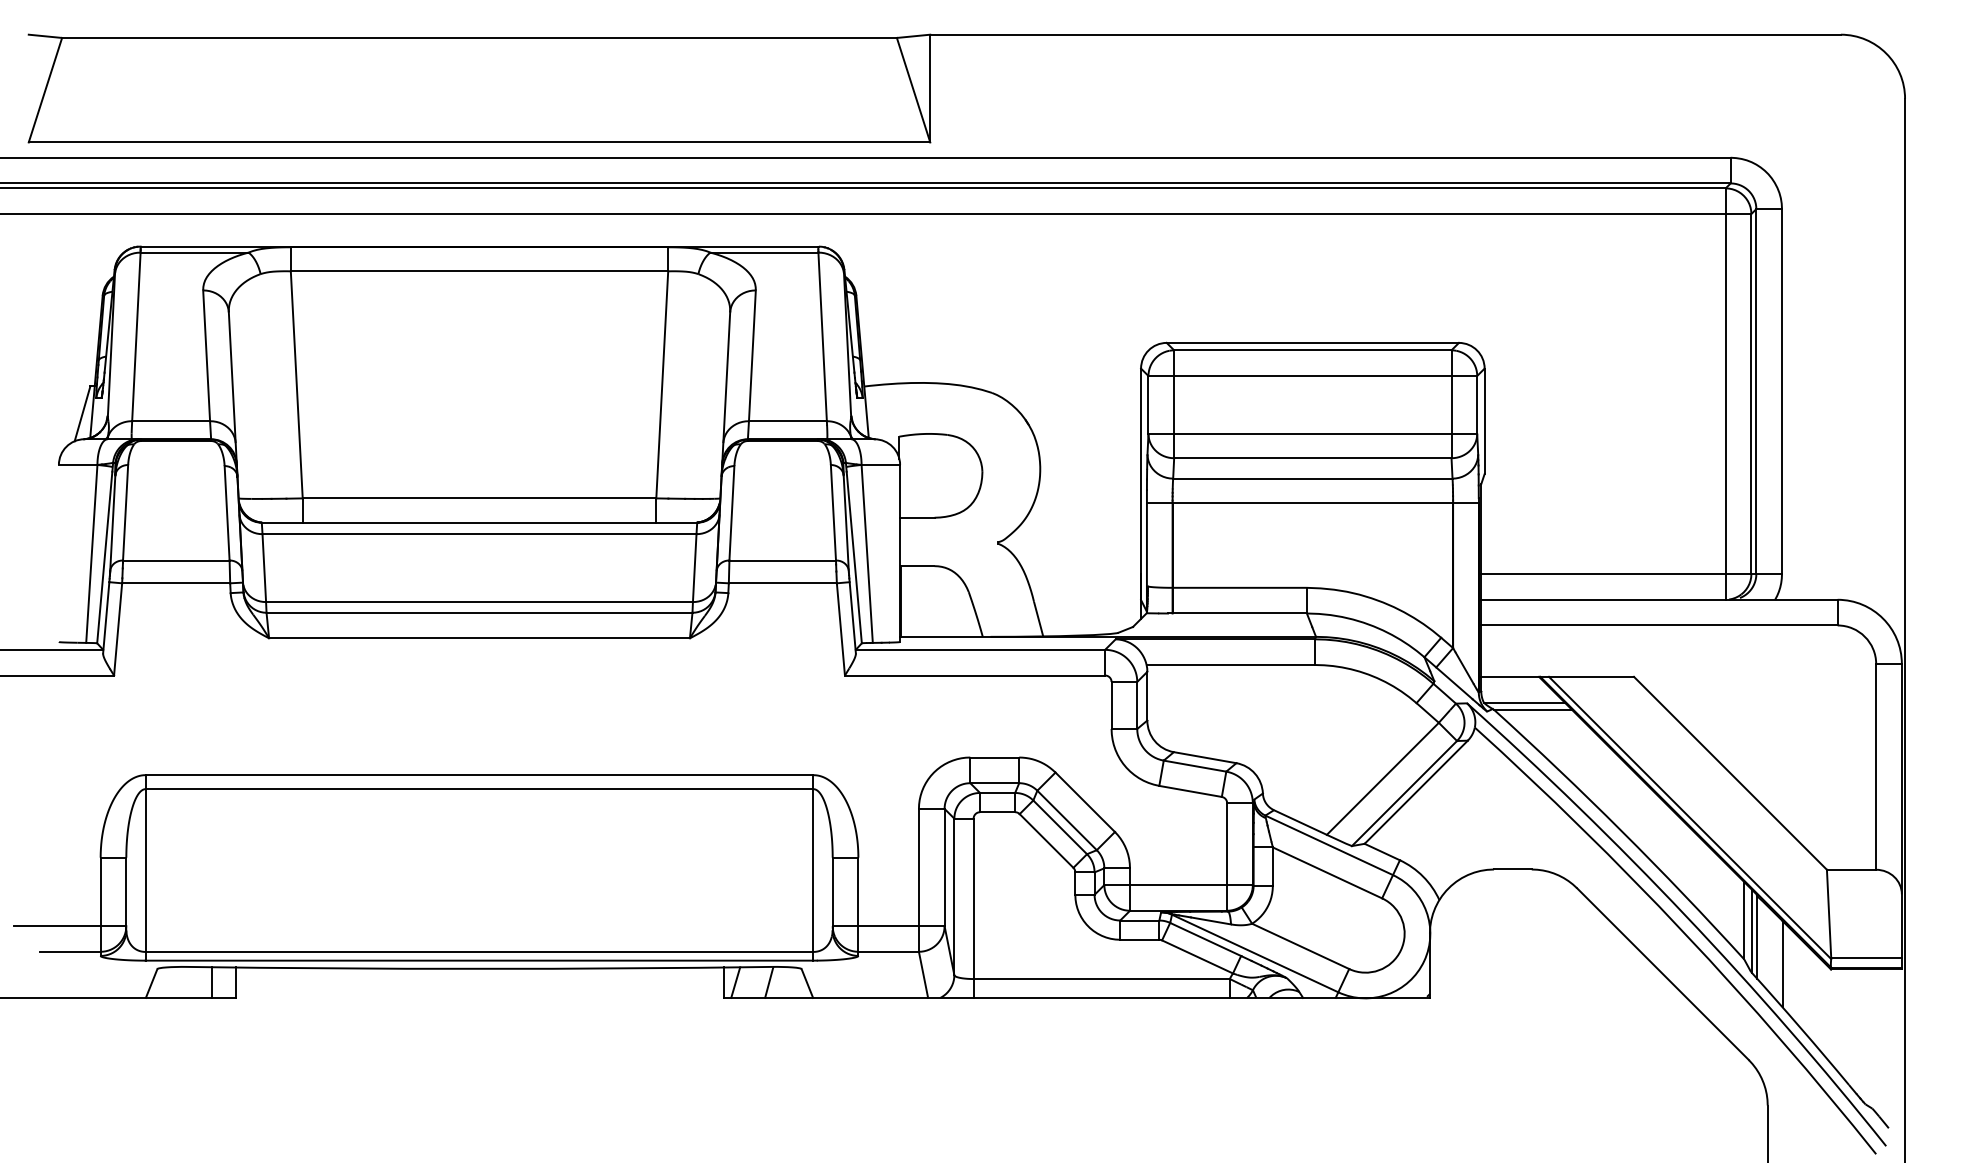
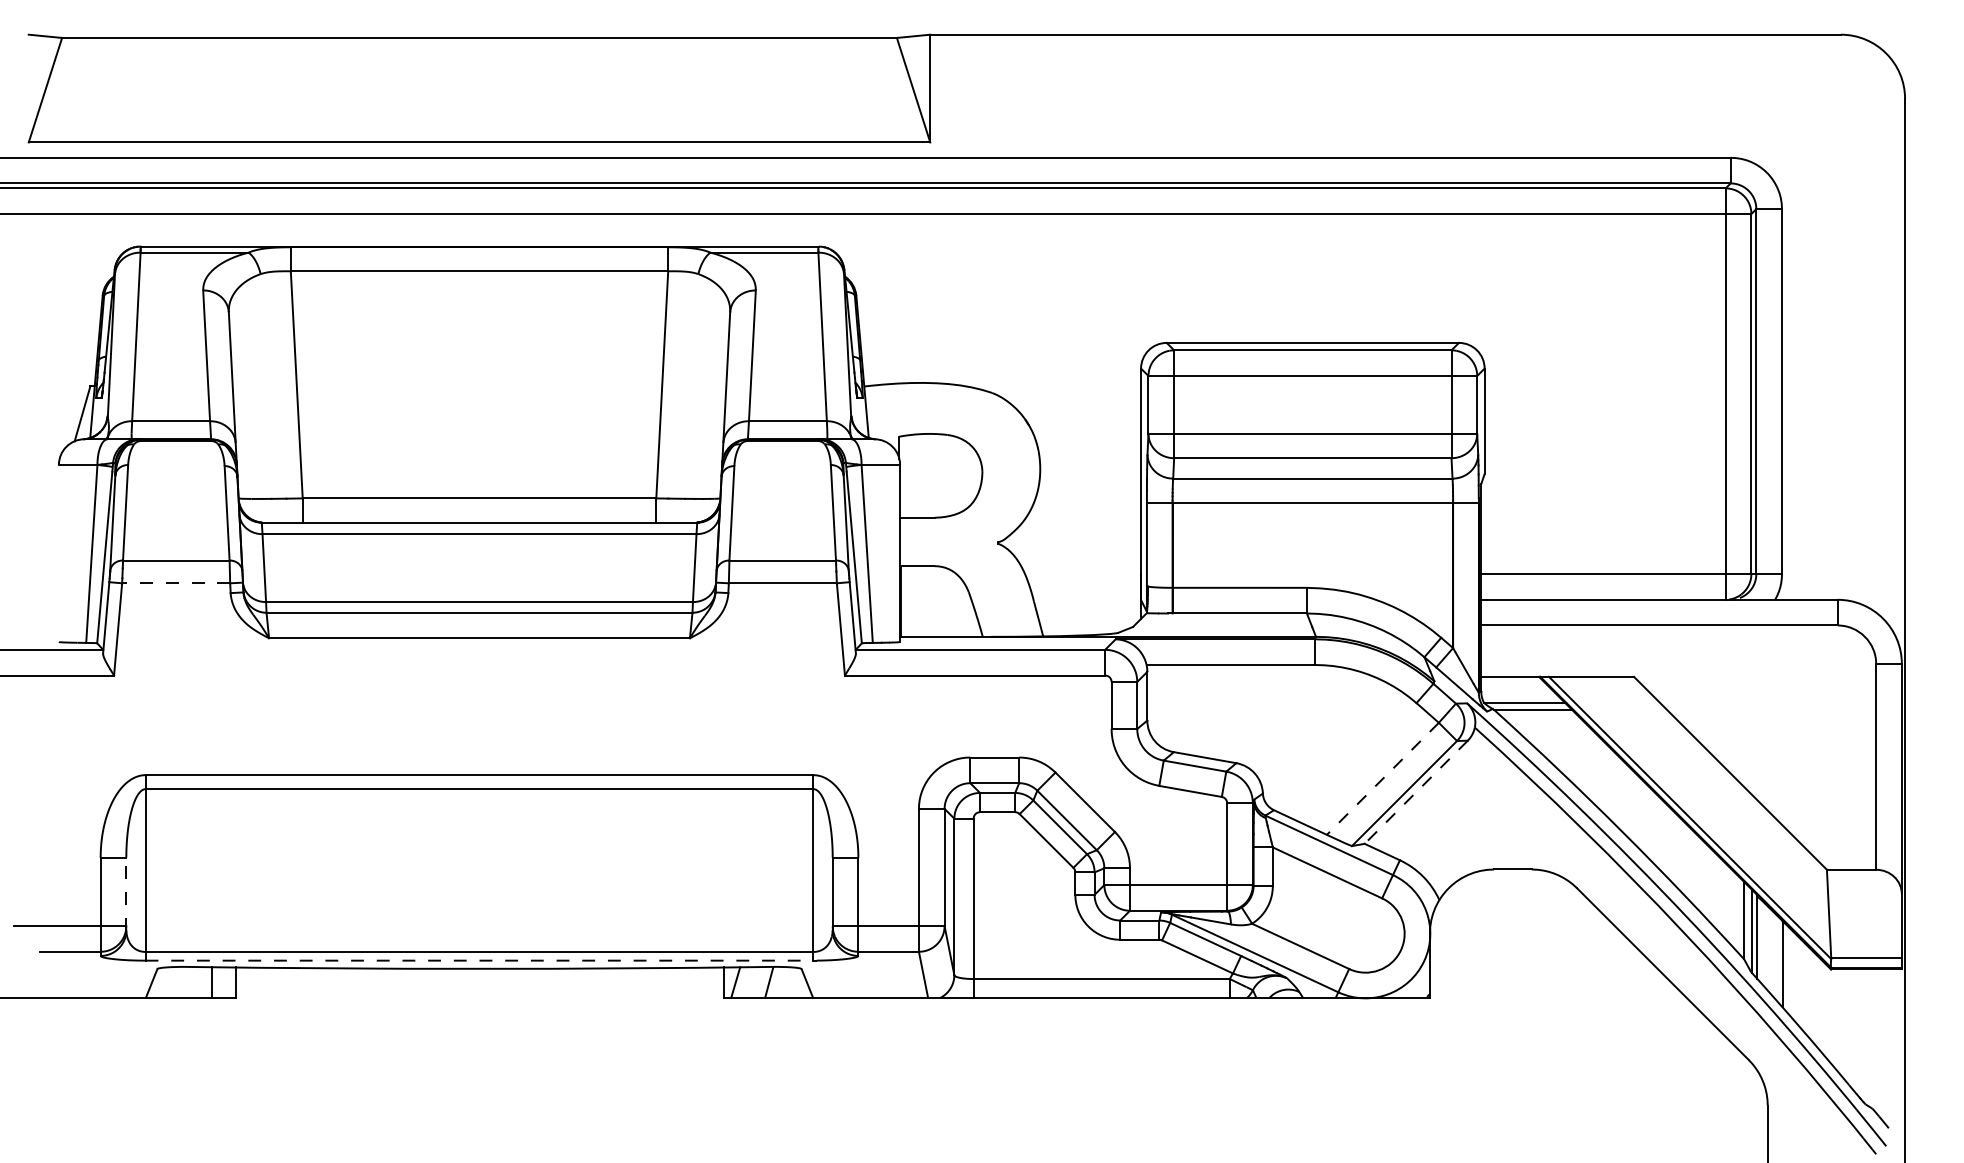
line at (175, 583): solid -> dashed
line at (1382, 779): solid -> dashed
line at (1416, 792): solid -> dashed
line at (126, 893): solid -> dashed
line at (481, 960): solid -> dashed
